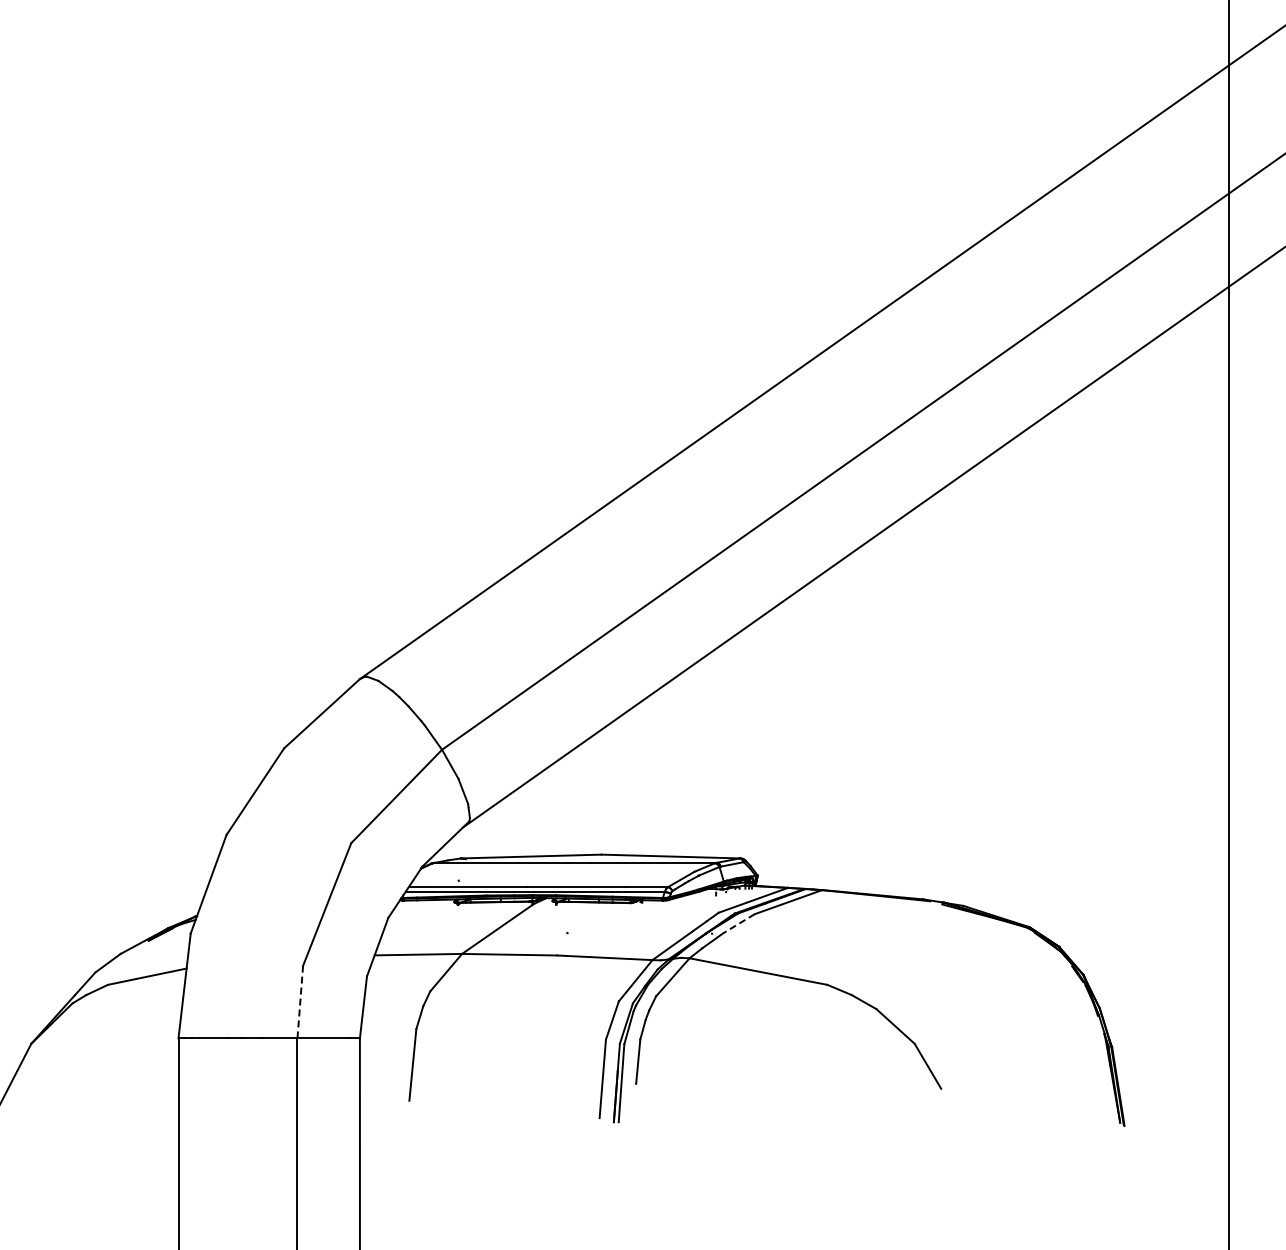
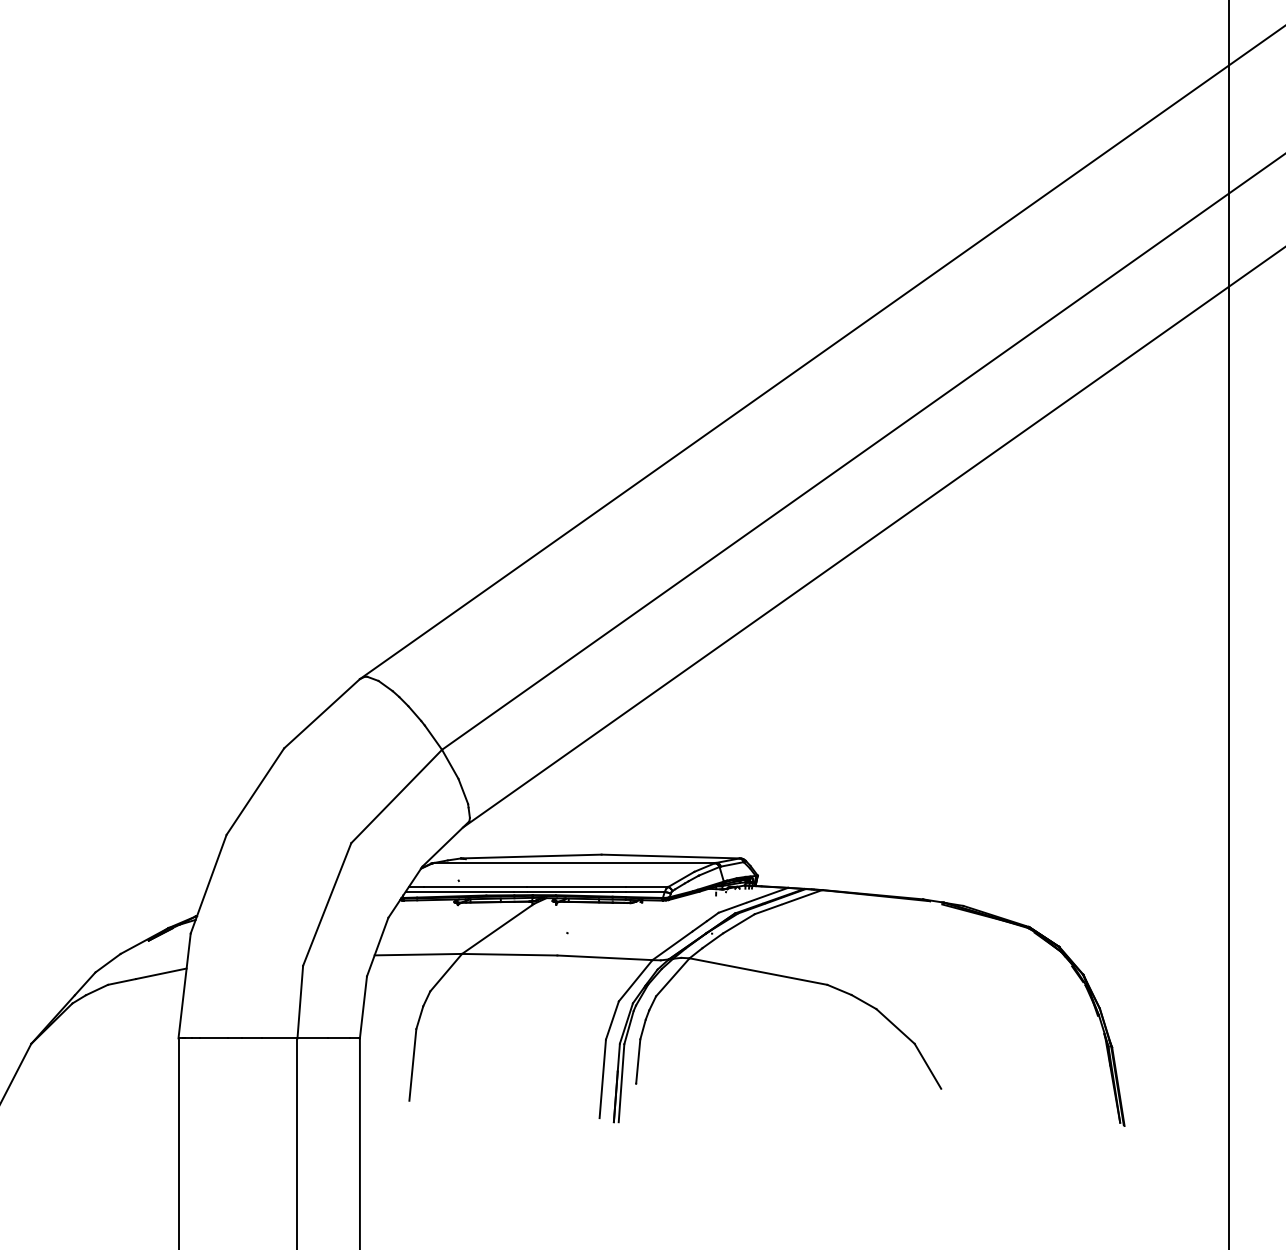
line at (738, 924): dashed -> solid
line at (300, 1001): dashed -> solid
